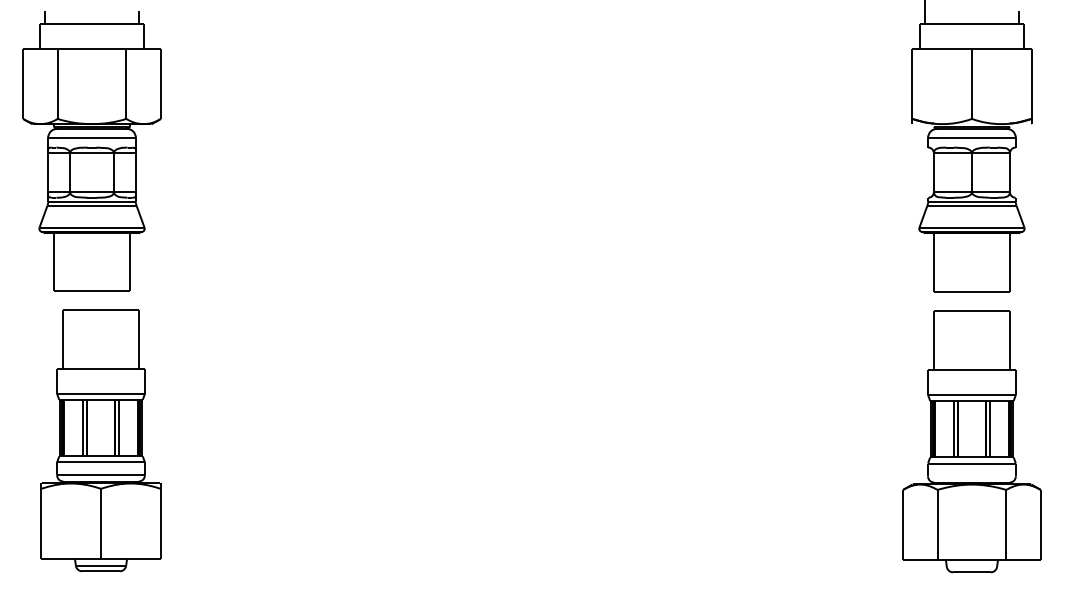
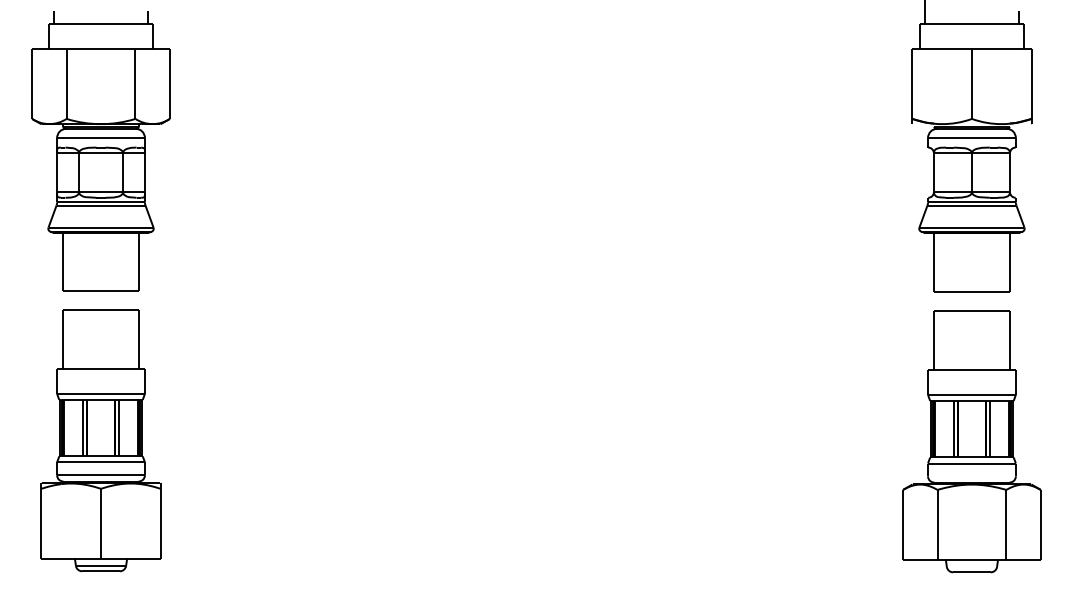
part at (91, 151) position: (91, 151) -> (100, 151)
